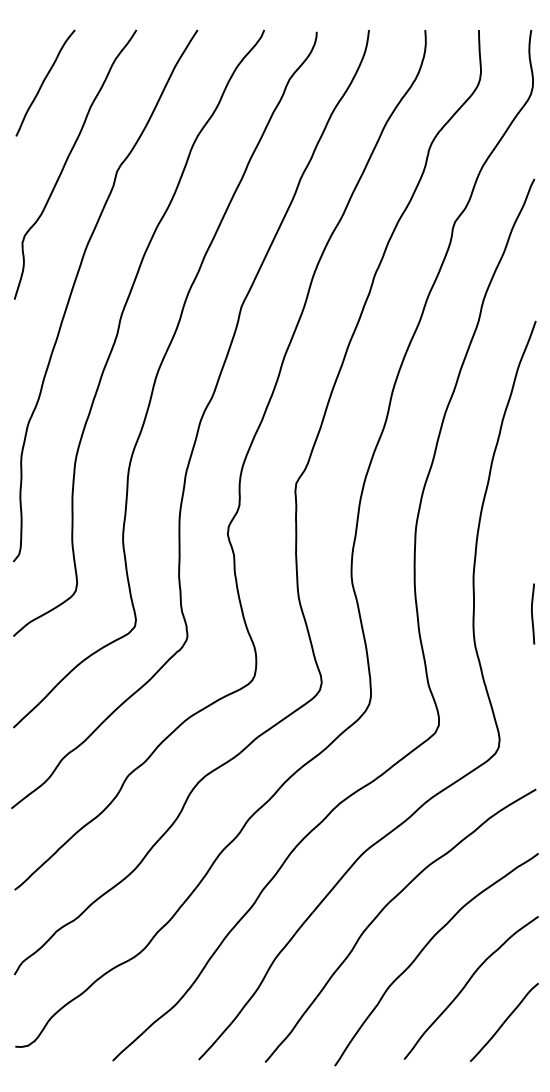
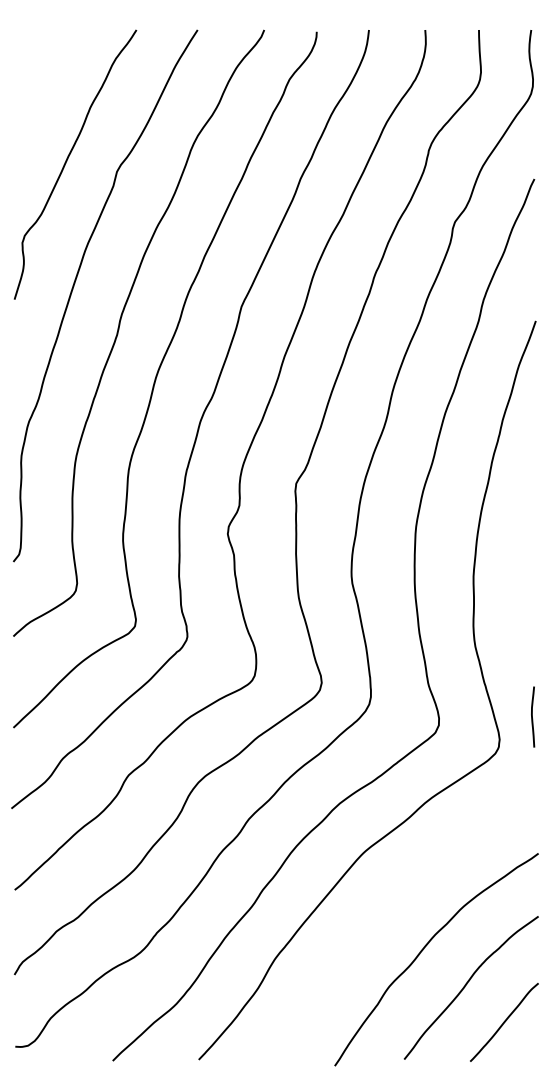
curve at (44, 81): present -> none
curve at (532, 613) position: (532, 613) -> (532, 716)
curve at (383, 910): present -> none
